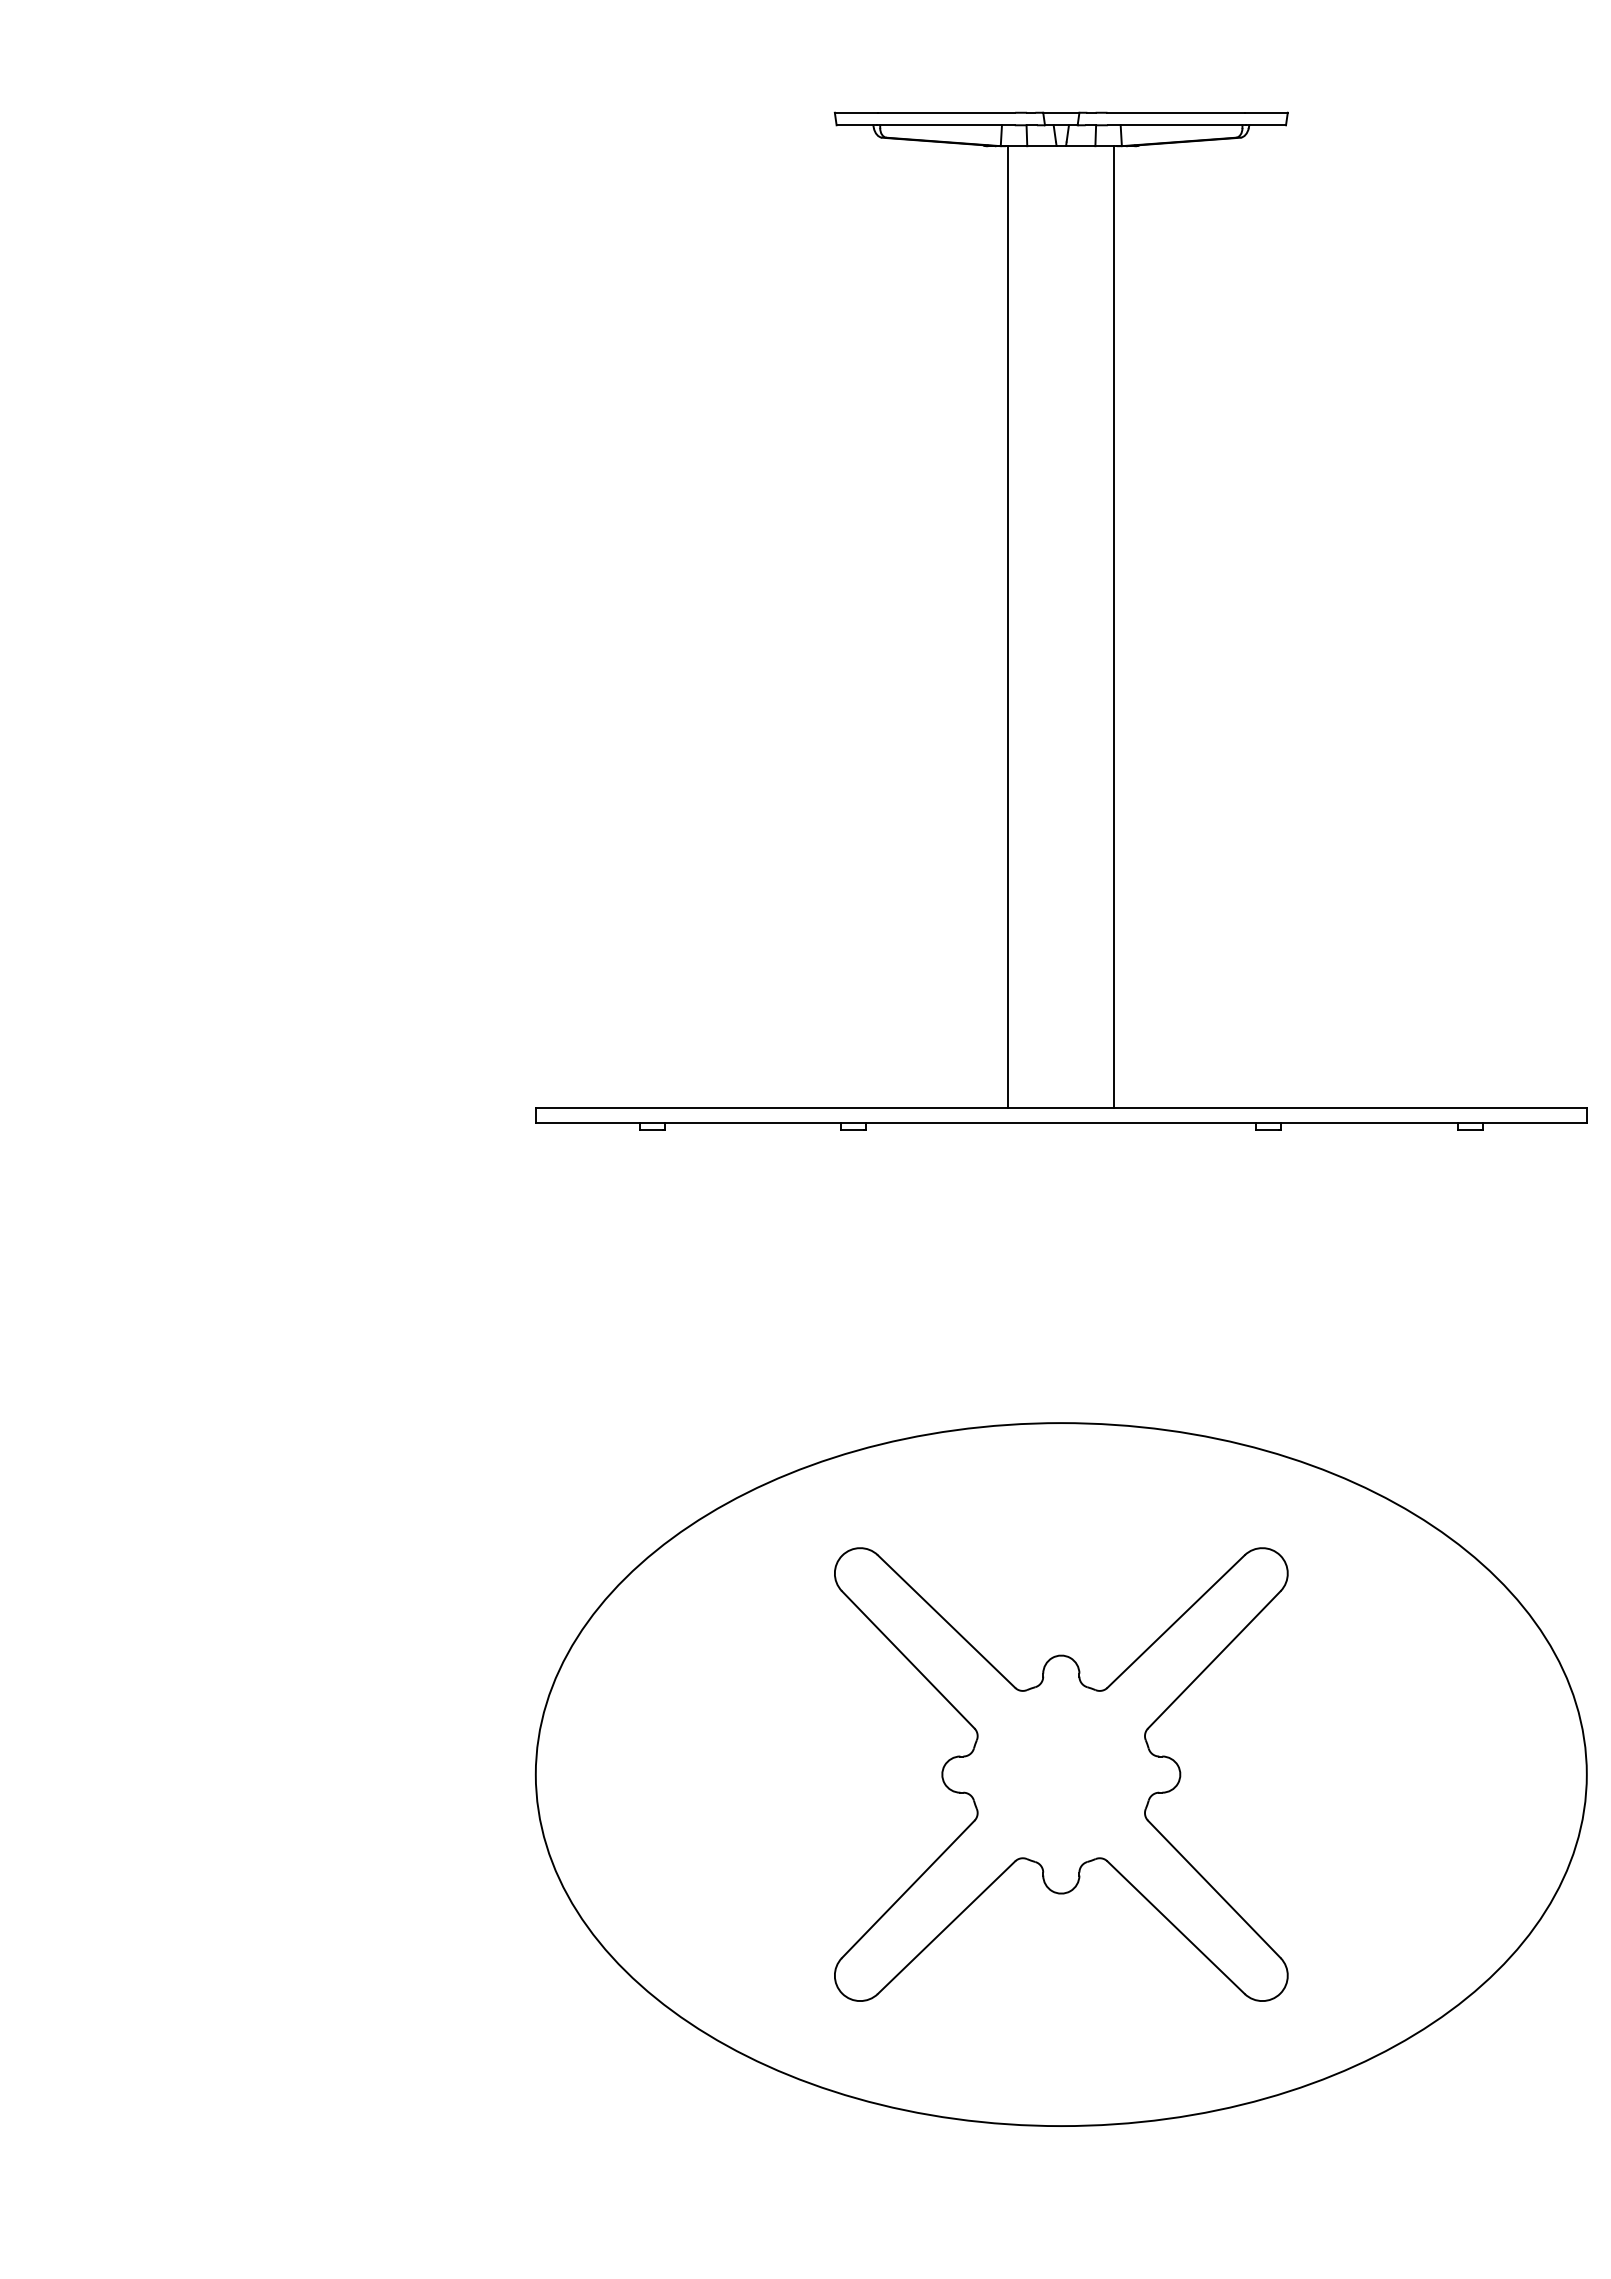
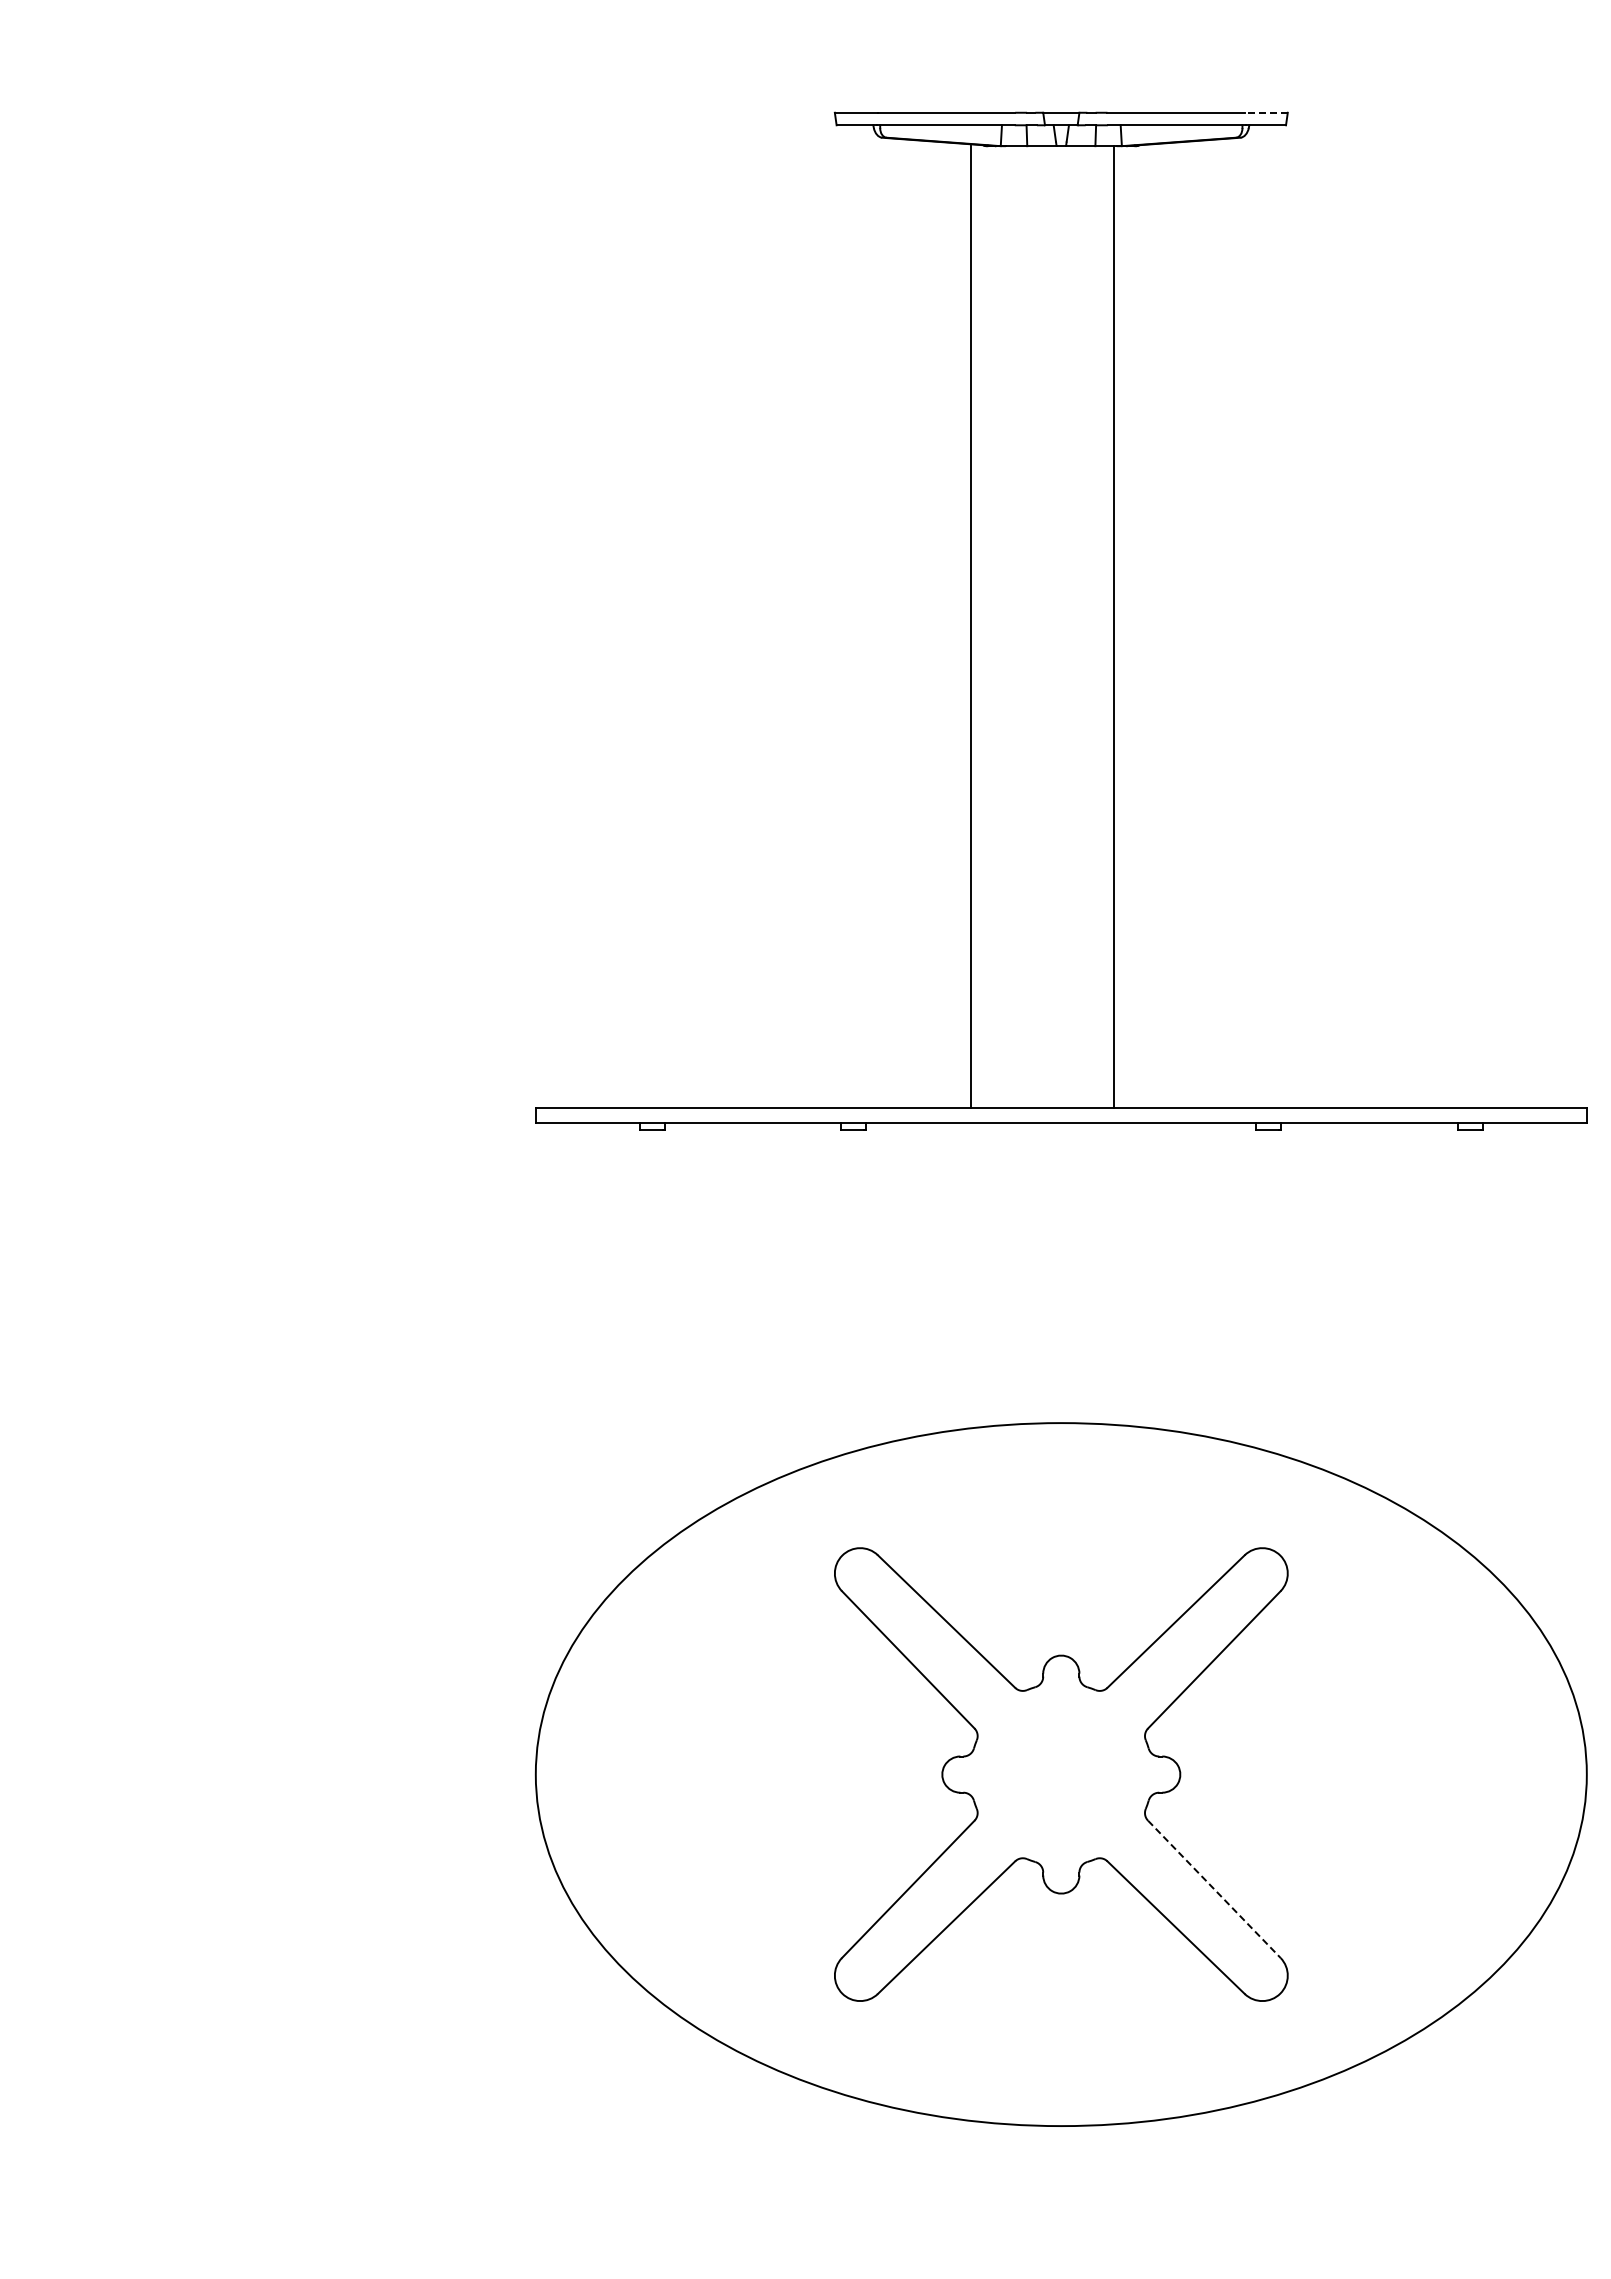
line at (1266, 112): solid -> dashed
line at (1008, 627) position: (1008, 627) -> (971, 627)
line at (1214, 1889): solid -> dashed
